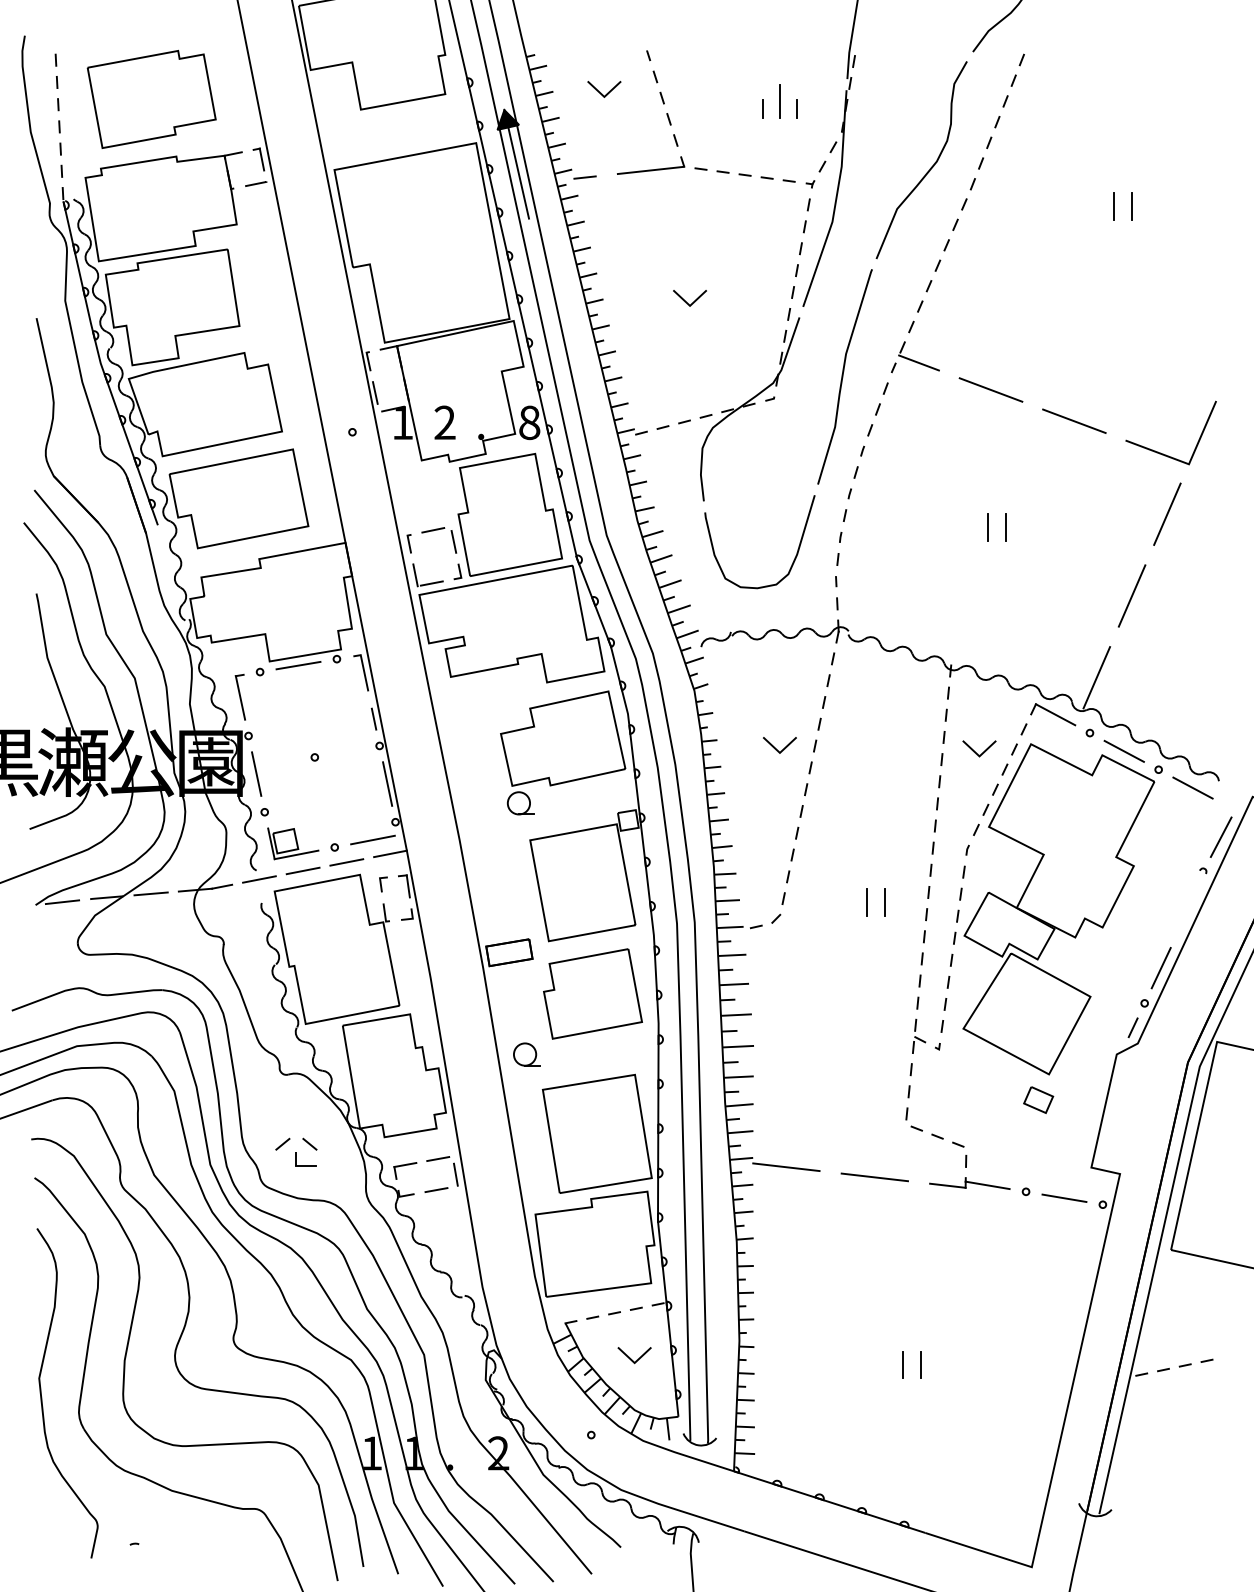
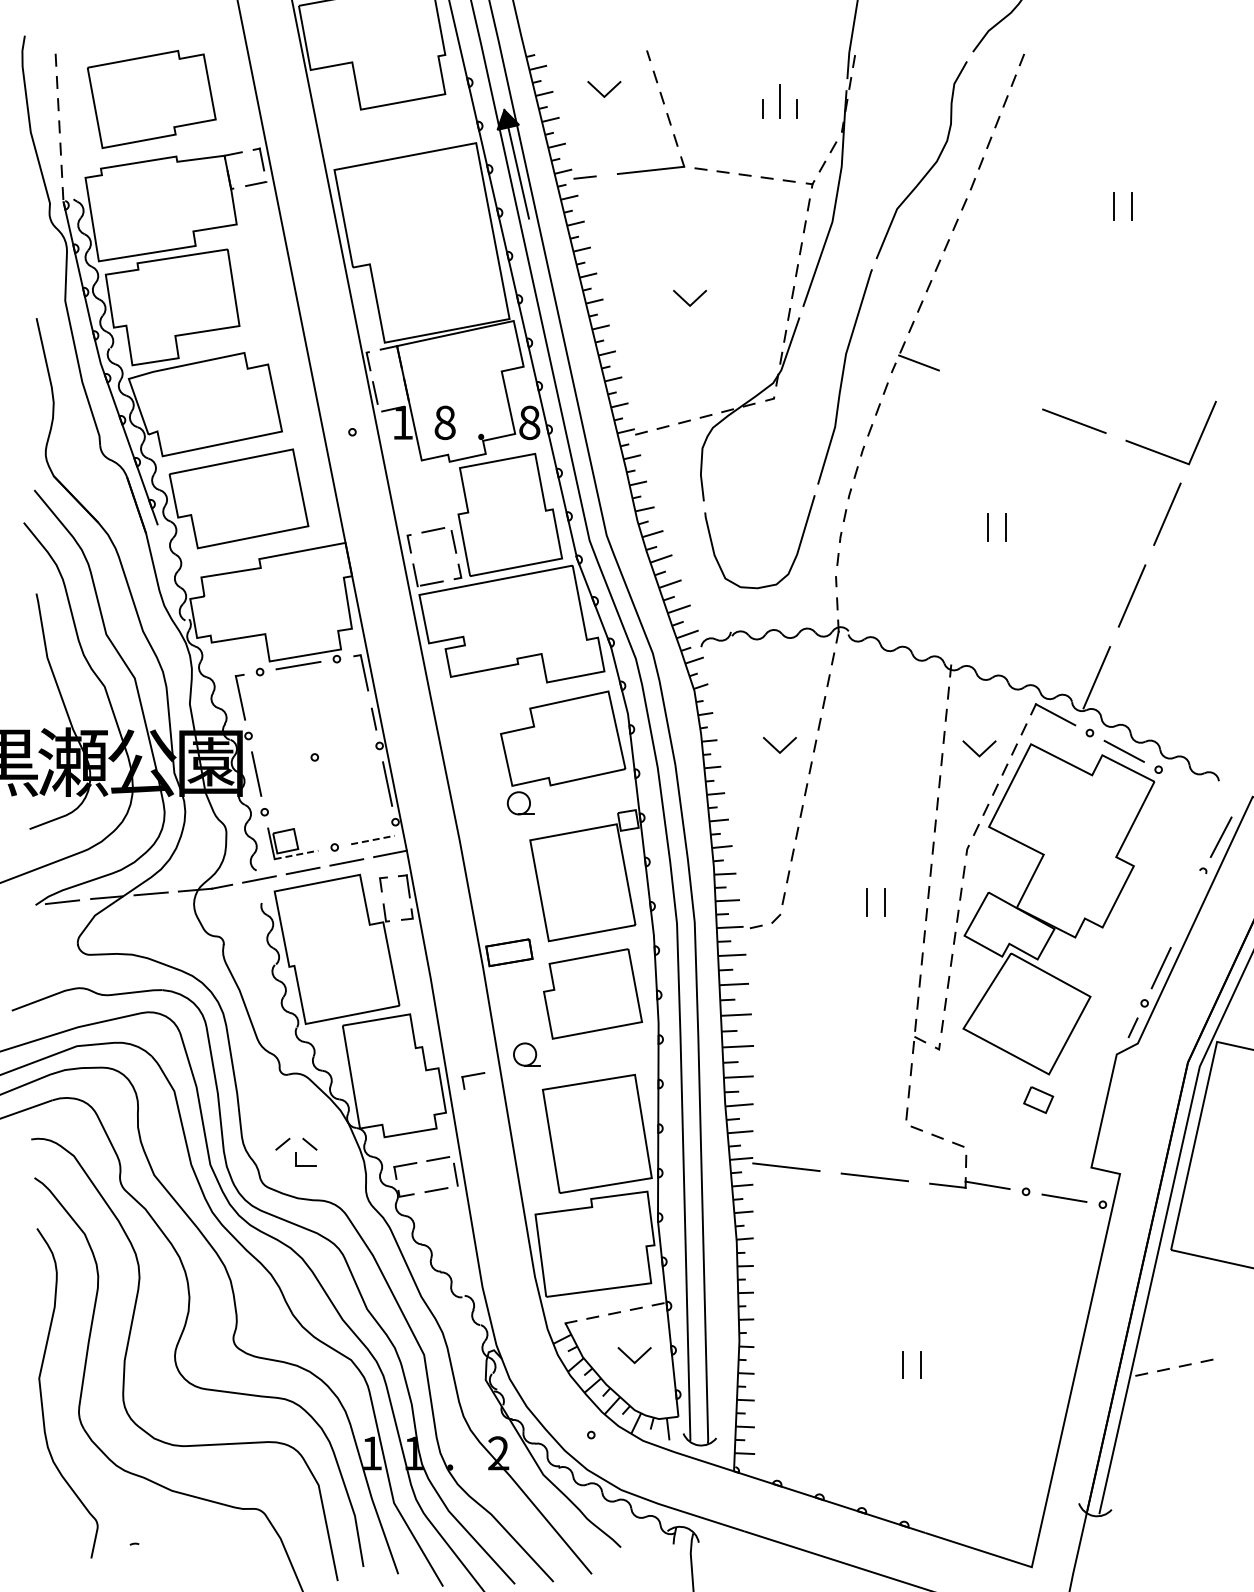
line at (990, 389): present -> none
text at (444, 422): 2 -> 8
line at (1192, 787): present -> none
line at (373, 839): solid -> dashed
line at (297, 854): solid -> dashed
part at (473, 1080): none -> present
